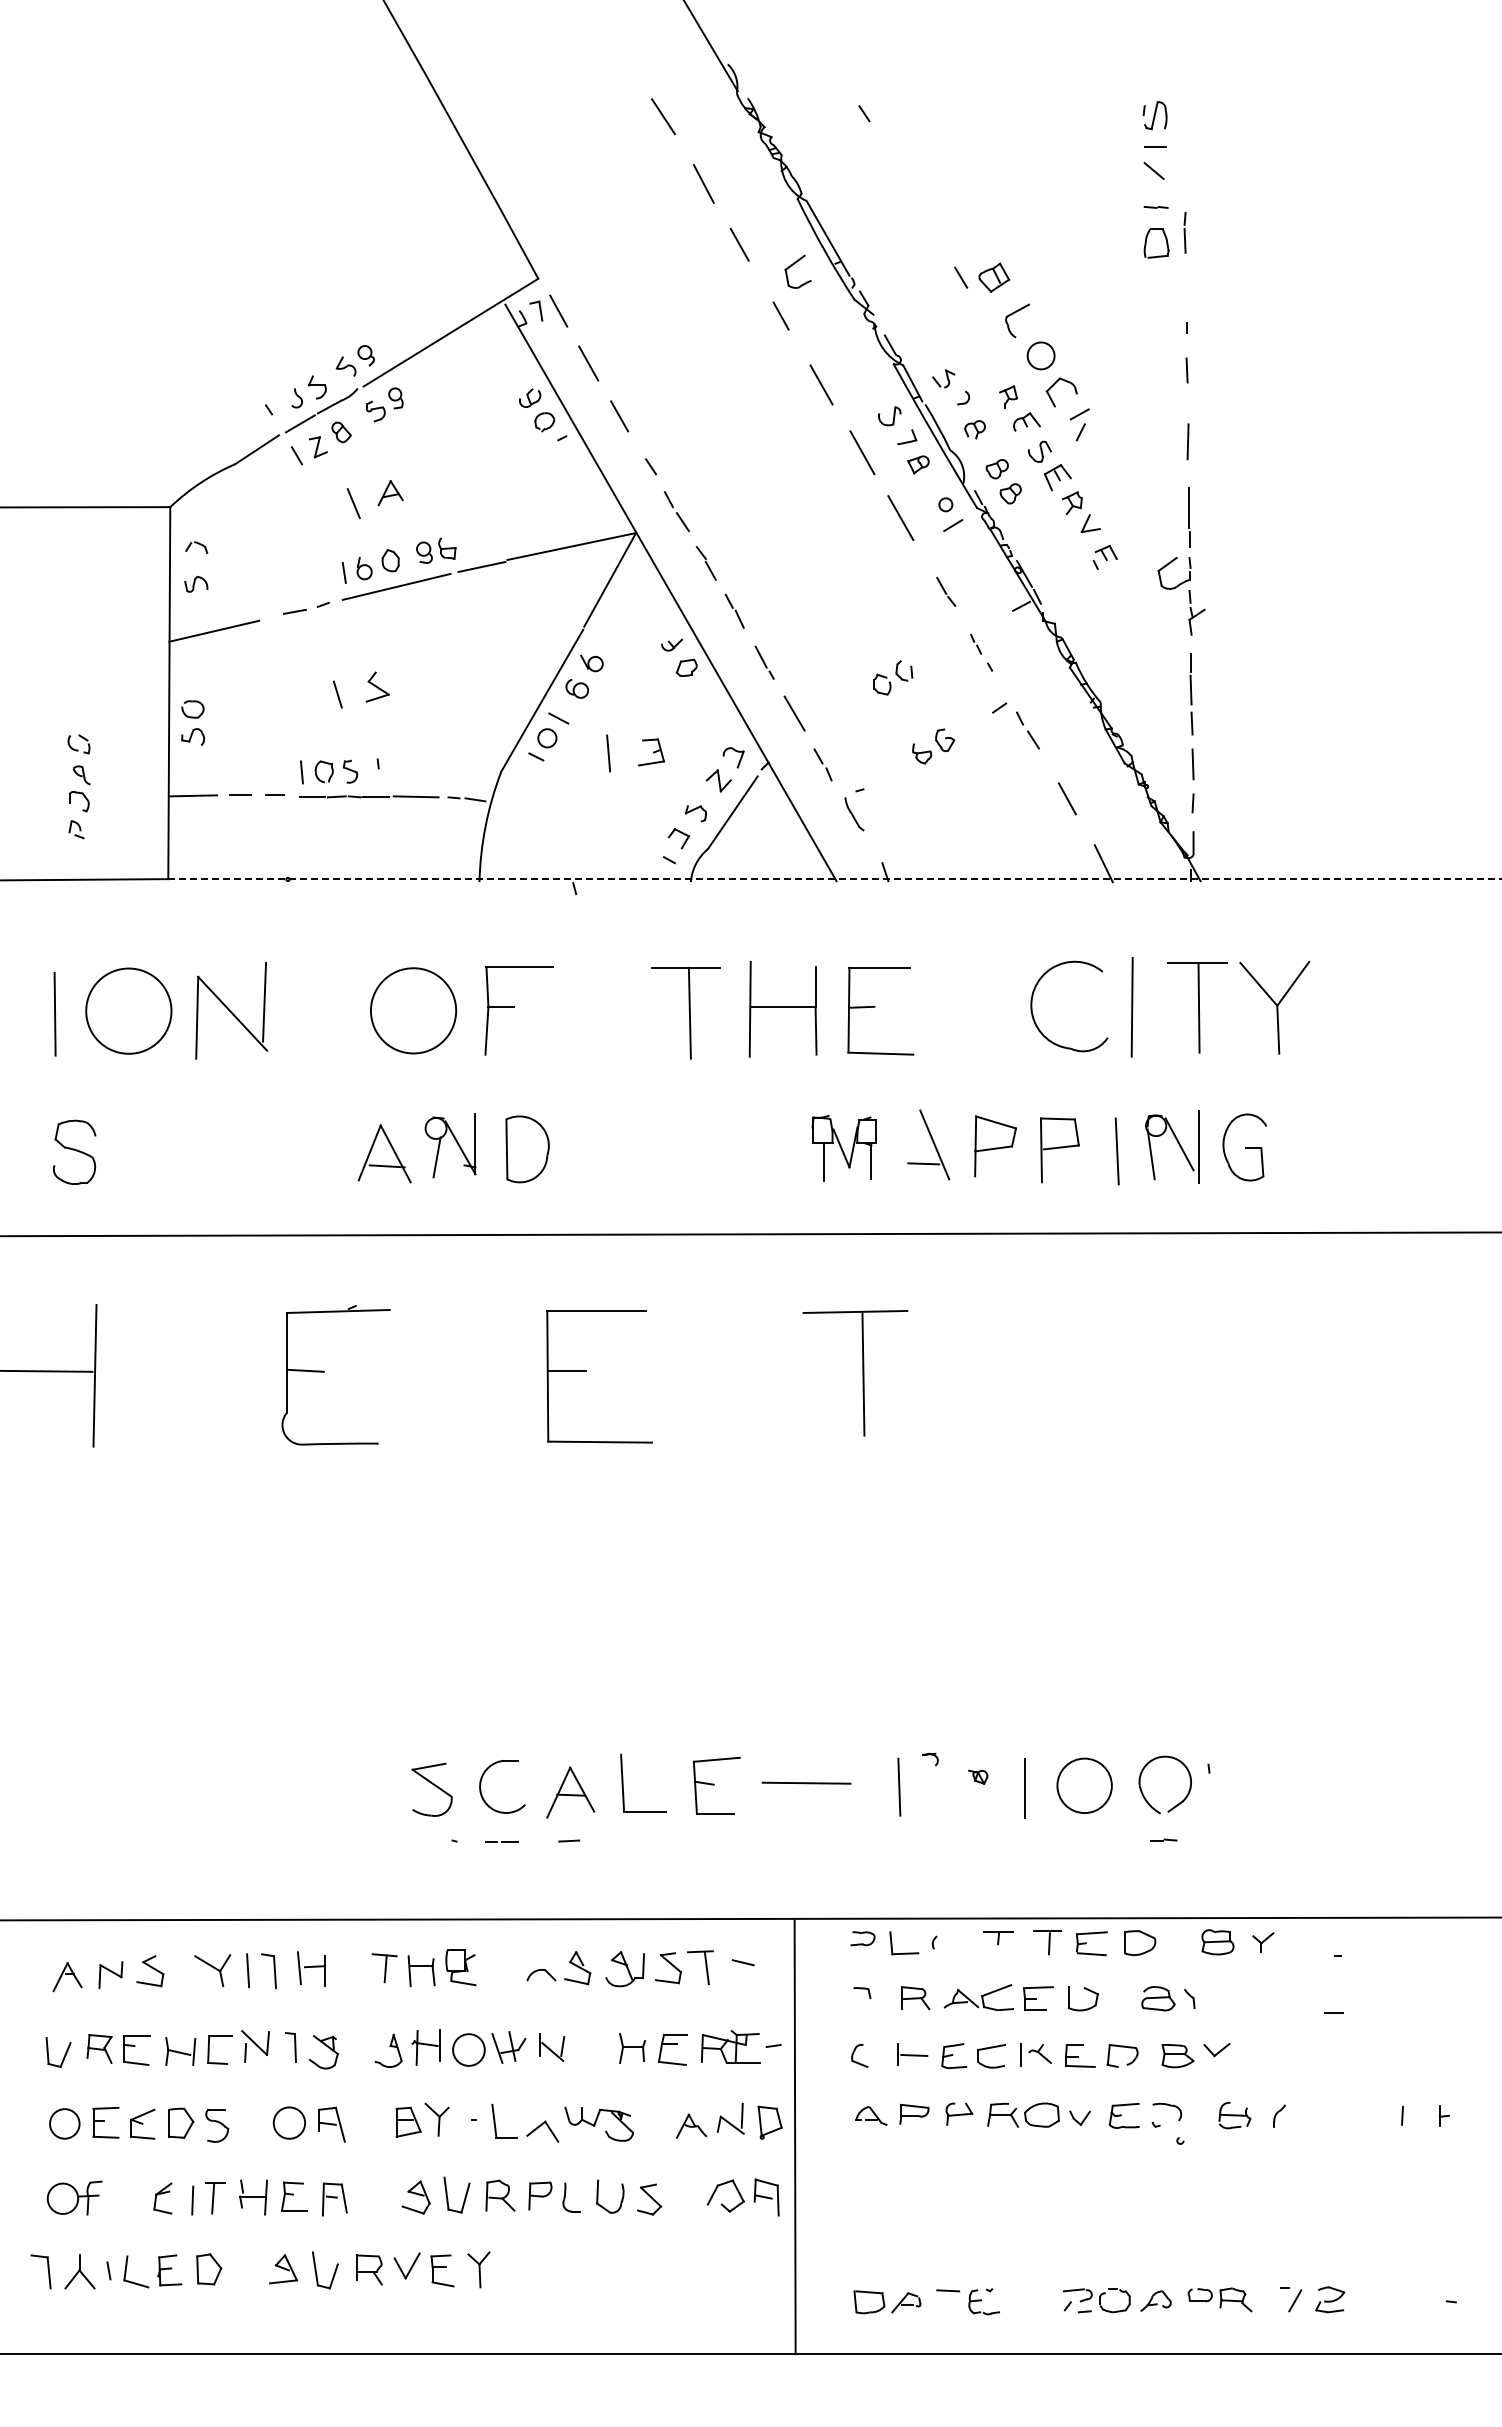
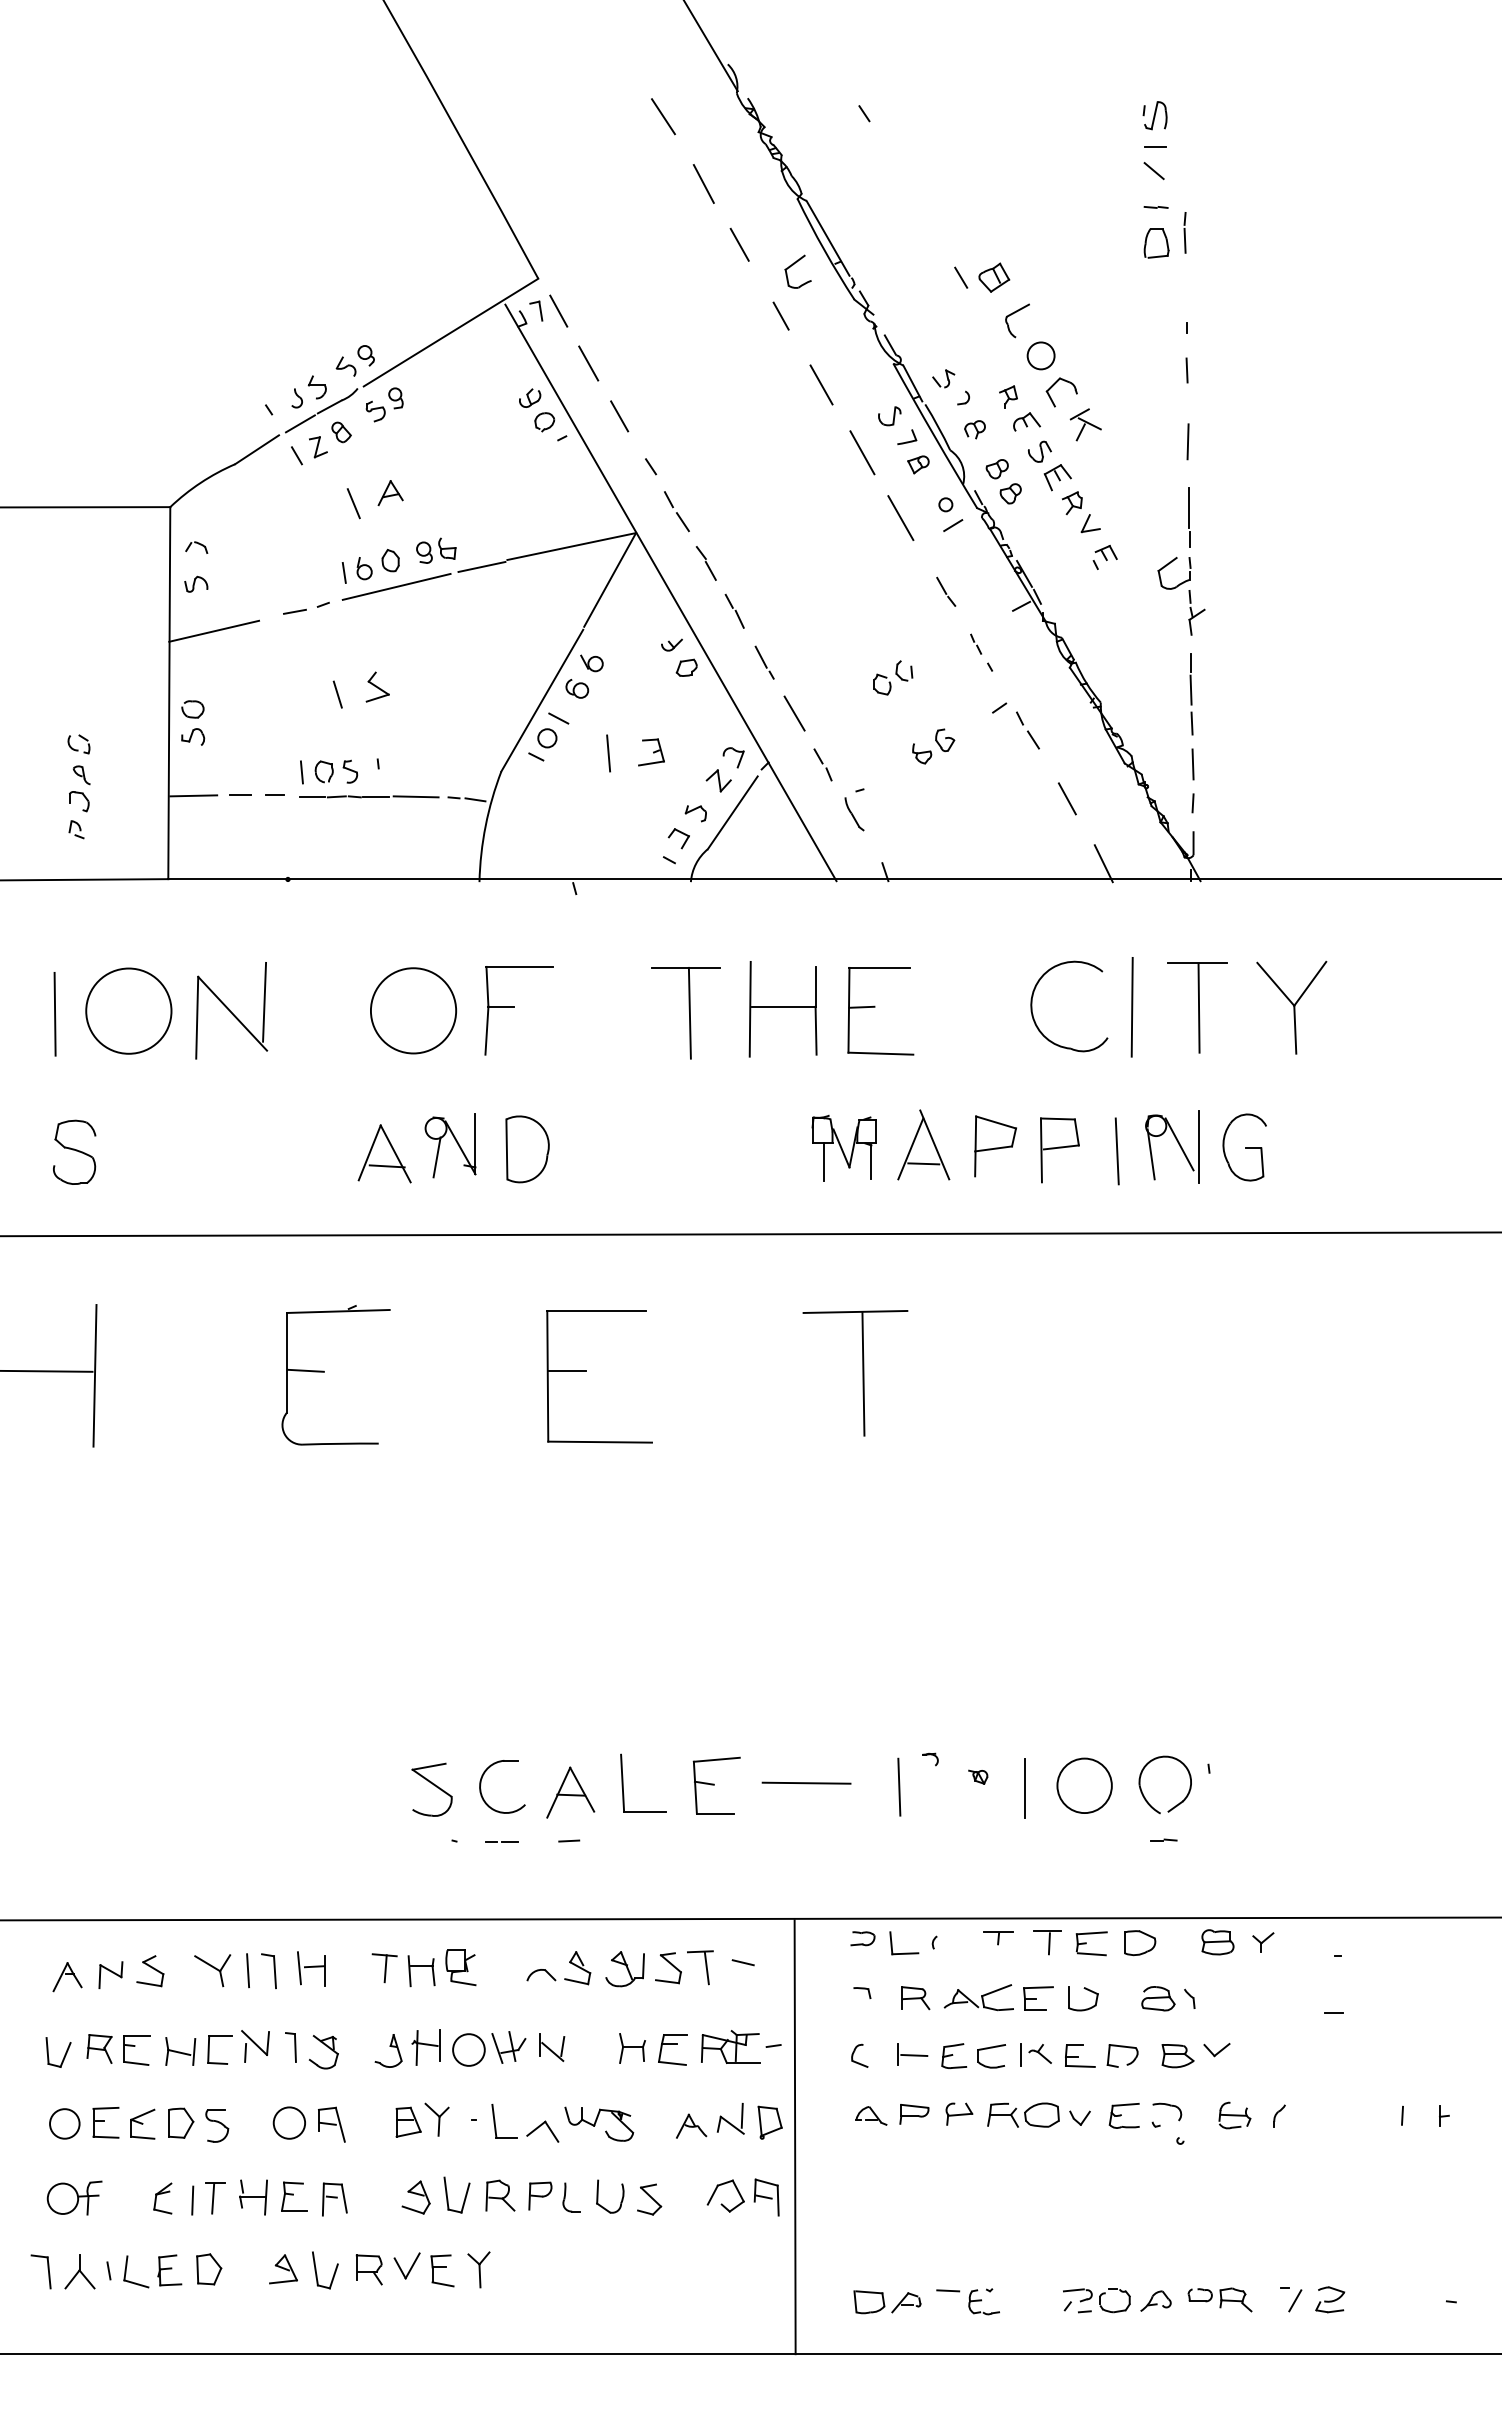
line at (1089, 423): none -> present
line at (835, 879): dashed -> solid
part at (1274, 1007) position: (1274, 1007) -> (1291, 1007)
line at (910, 1148): none -> present
